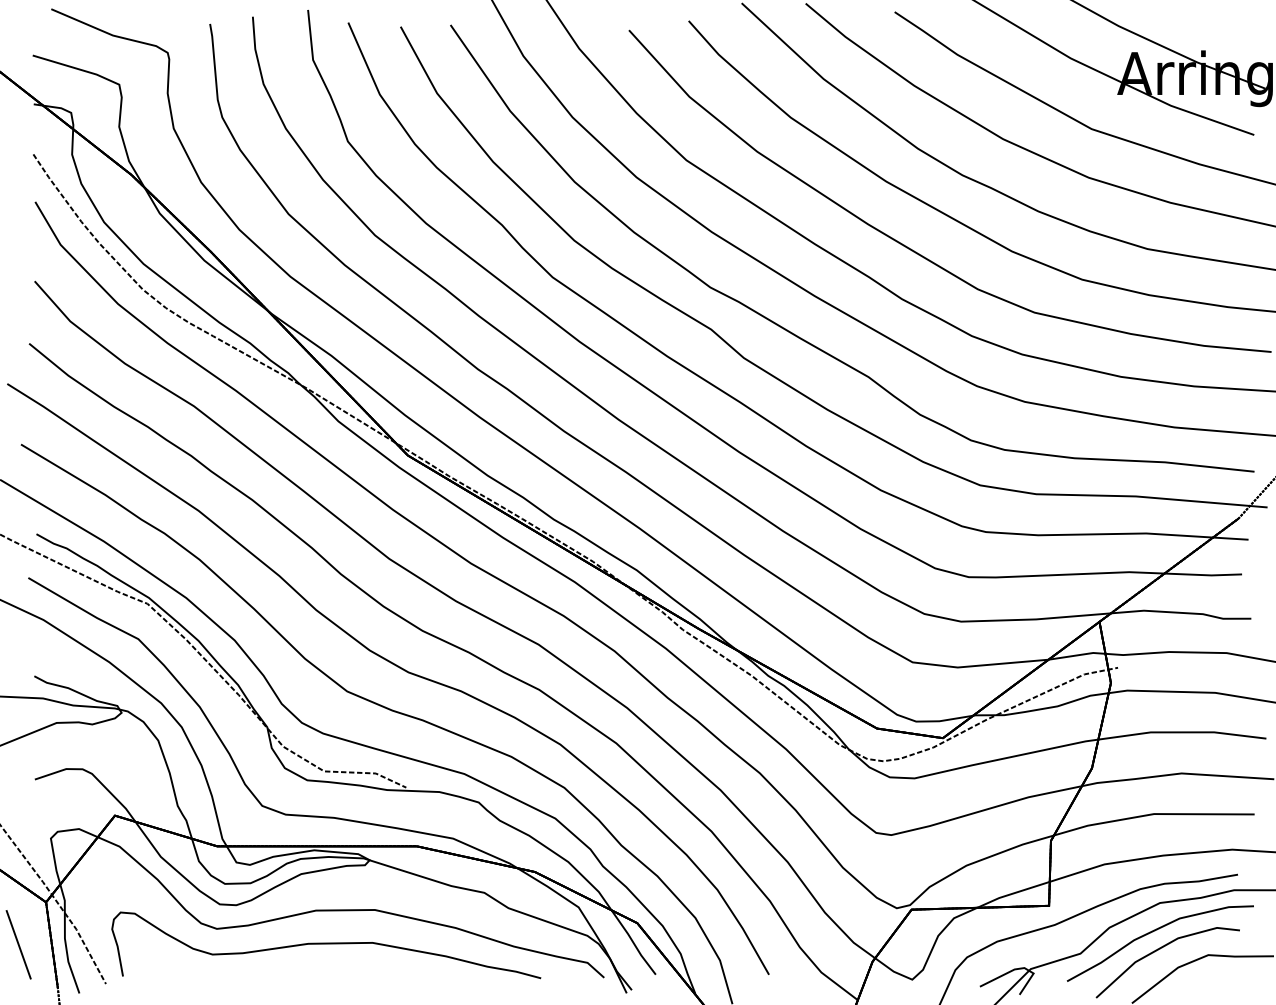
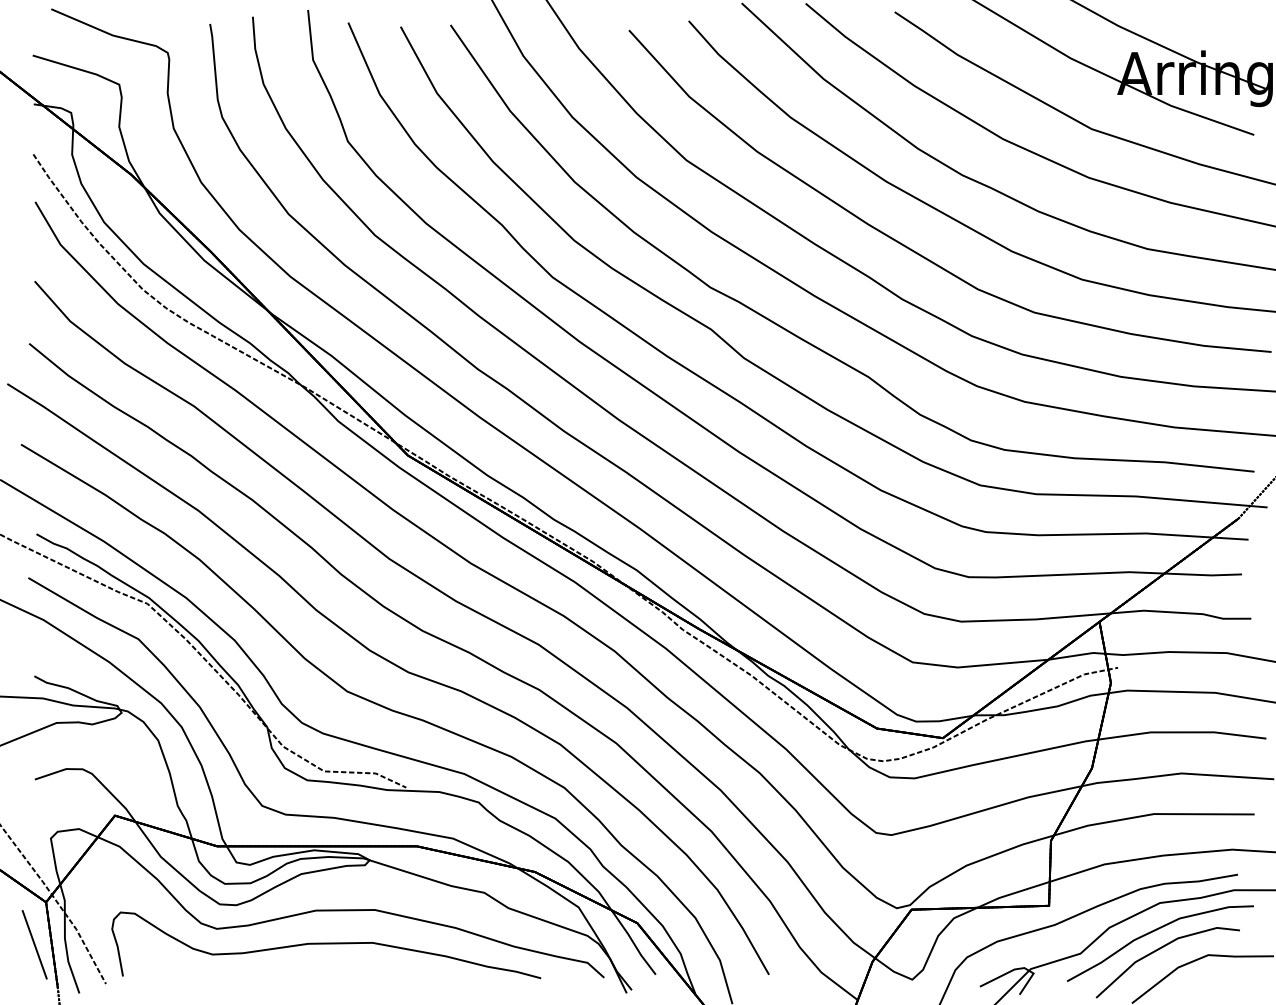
line at (18, 944) position: (18, 944) -> (34, 944)
